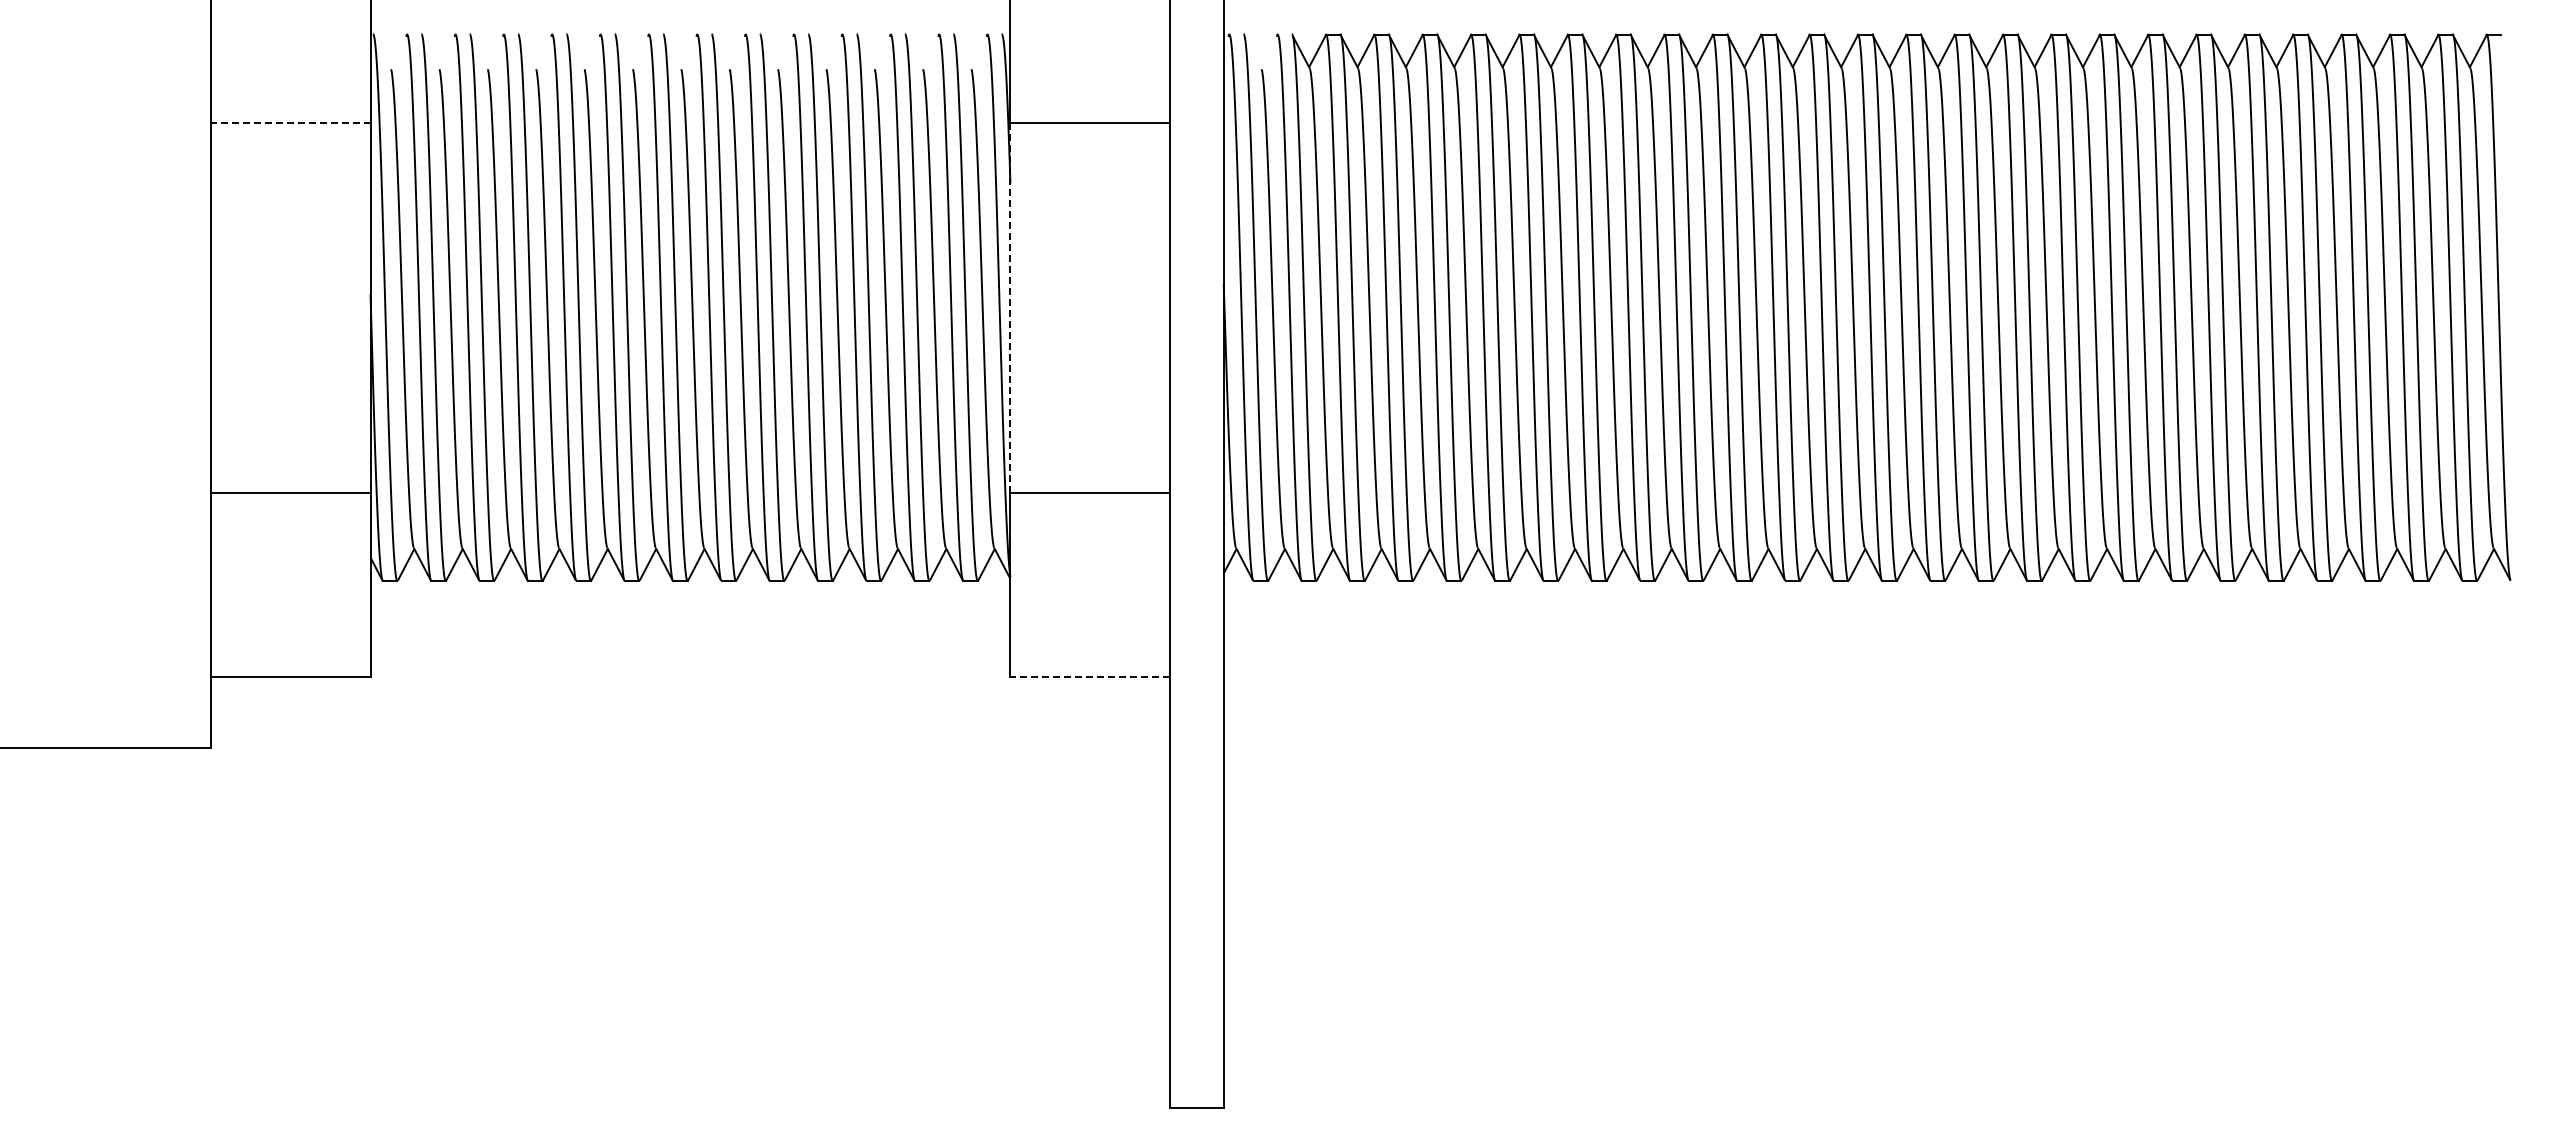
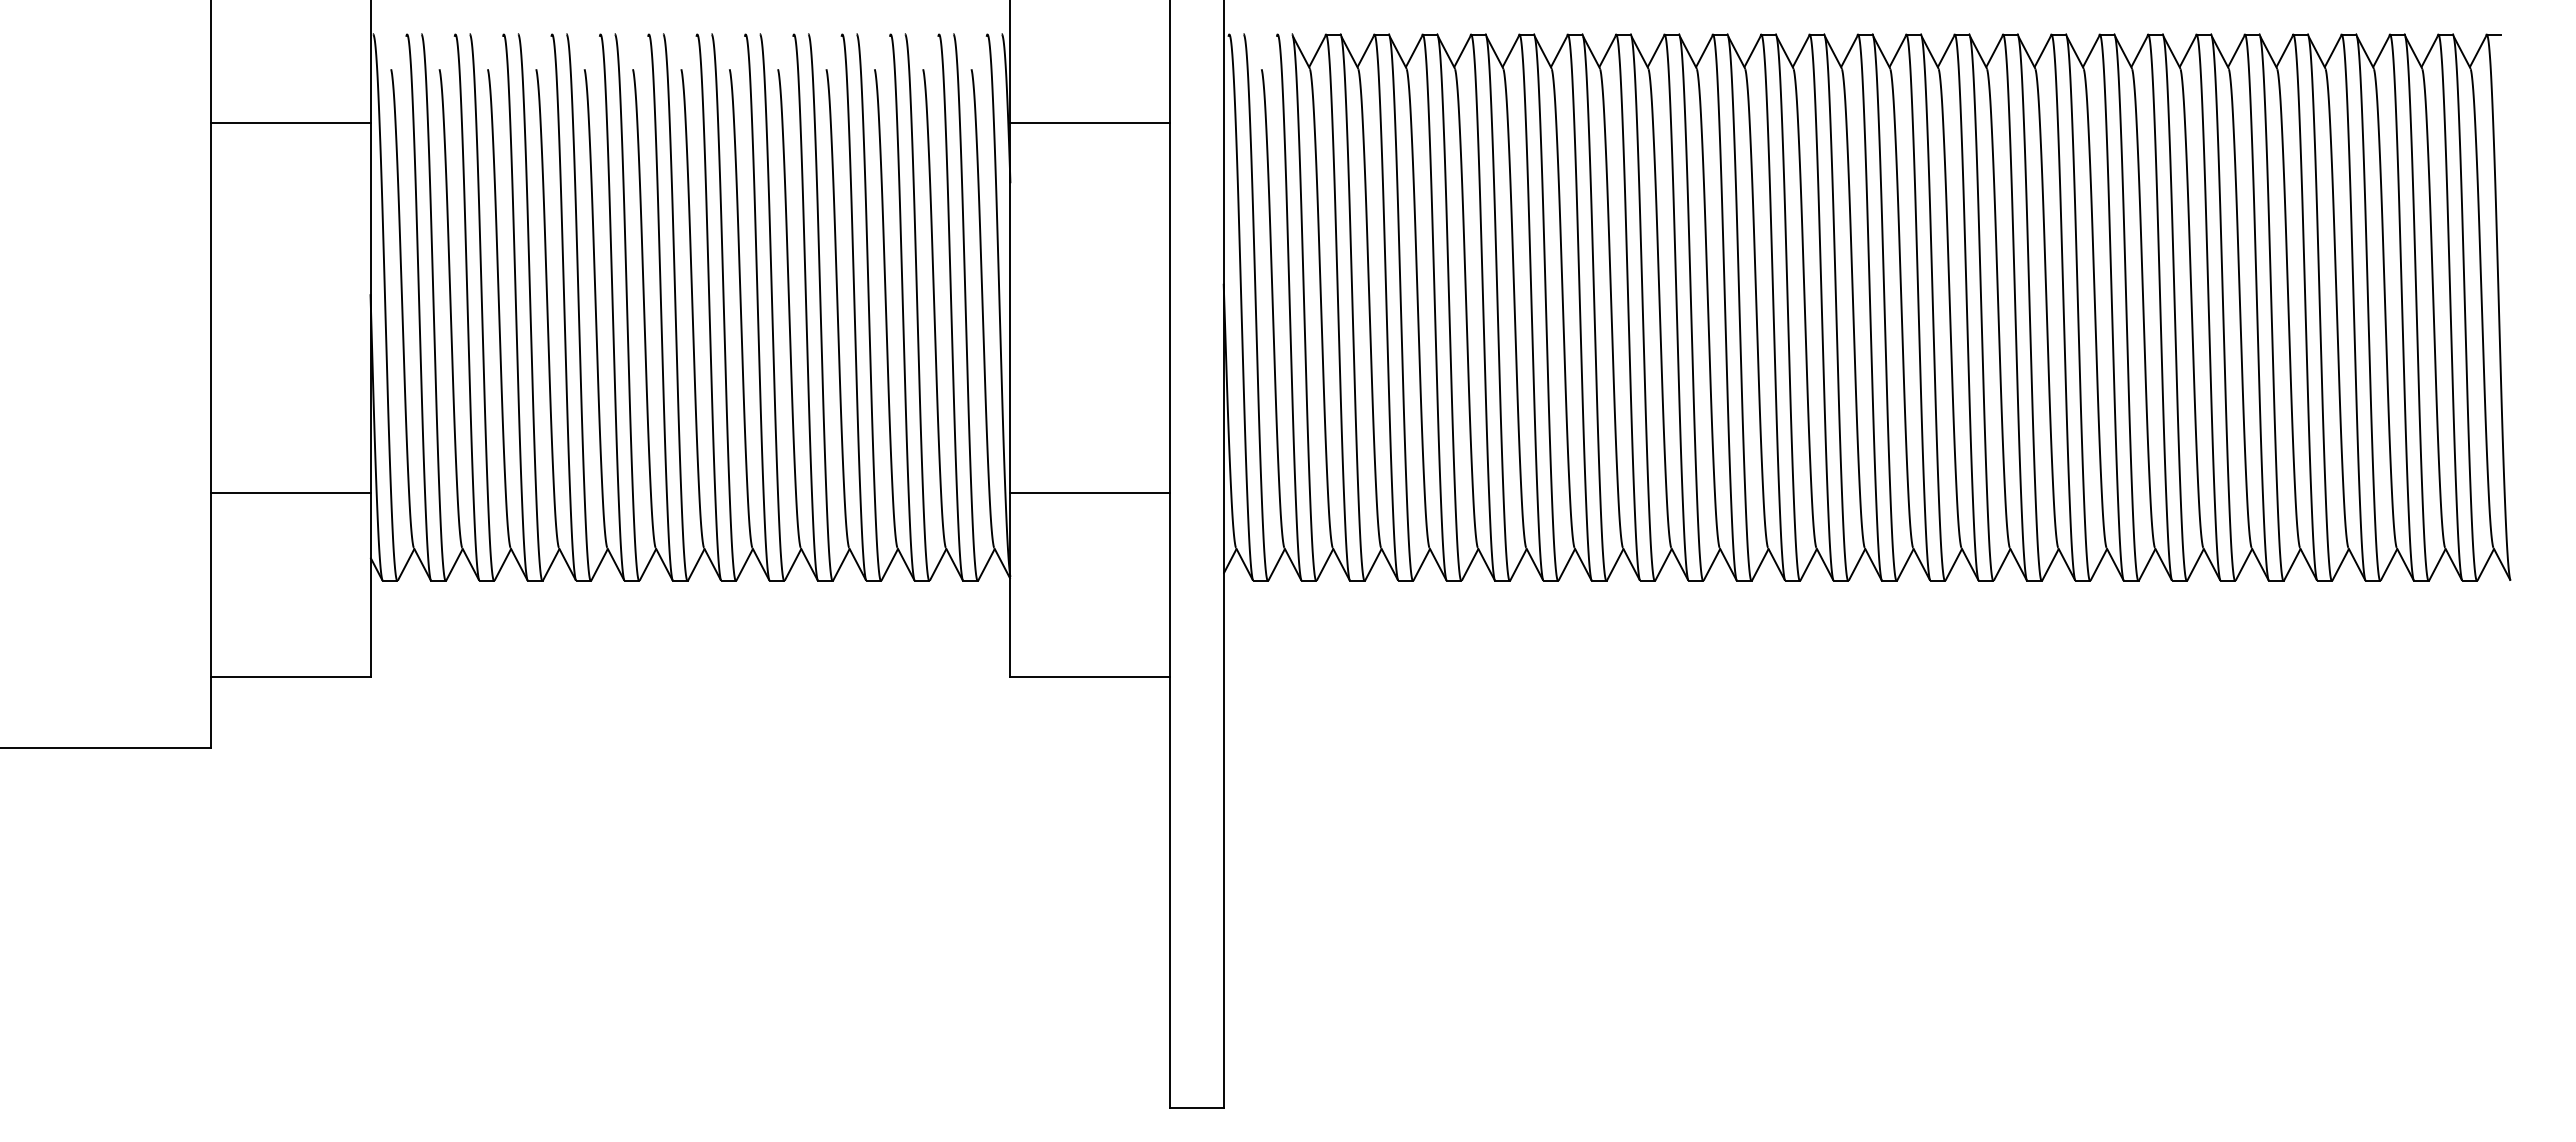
line at (290, 123): dashed -> solid
line at (1010, 307): dashed -> solid
line at (1090, 677): dashed -> solid
